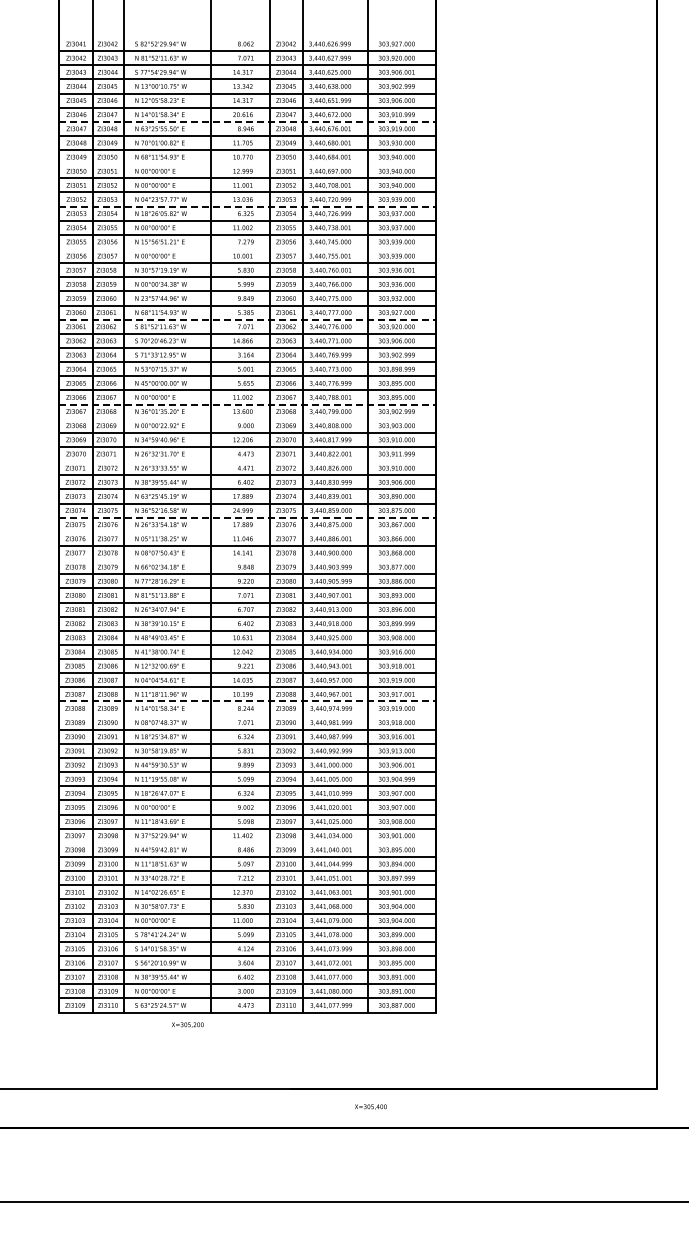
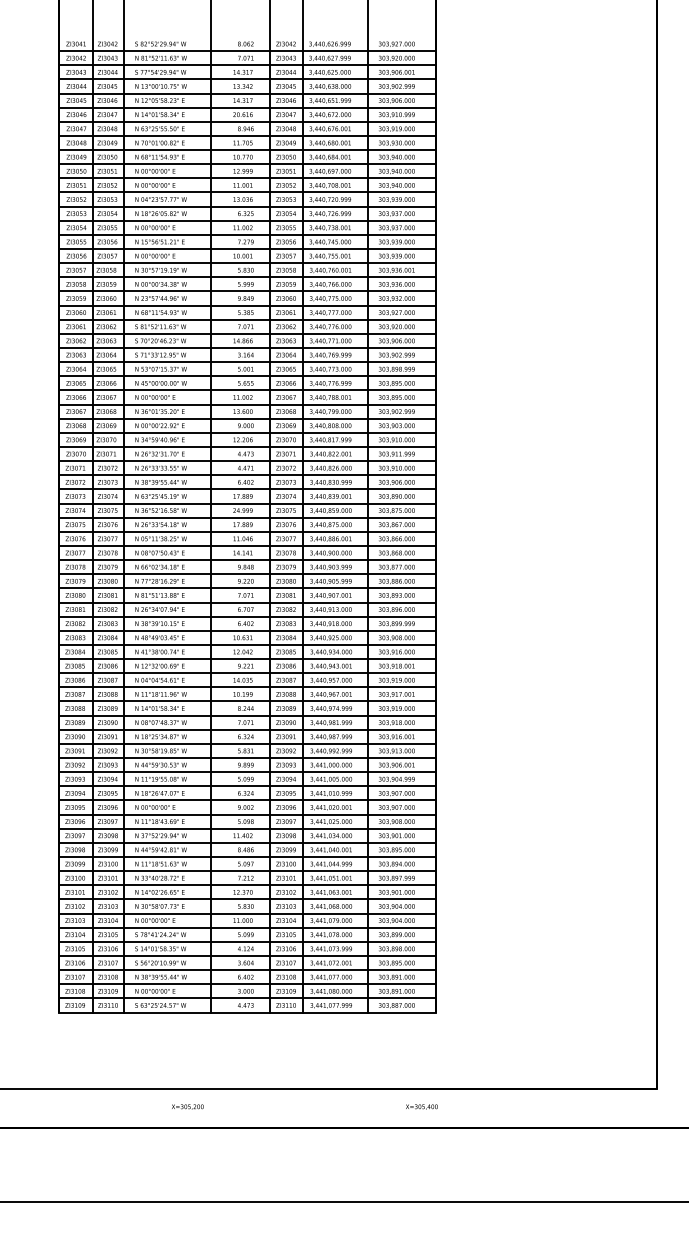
line at (248, 121): dashed -> solid
line at (247, 164): none -> present
line at (248, 206): dashed -> solid
line at (247, 249): none -> present
line at (248, 319): dashed -> solid
line at (248, 404): dashed -> solid
line at (247, 418): none -> present
line at (247, 461): none -> present
line at (248, 517): dashed -> solid
line at (247, 531): none -> present
line at (247, 560): none -> present
line at (248, 701): dashed -> solid
line at (247, 715): none -> present
line at (247, 842): none -> present
text at (187, 1024) position: (187, 1024) -> (187, 1106)
text at (370, 1106) position: (370, 1106) -> (421, 1106)
